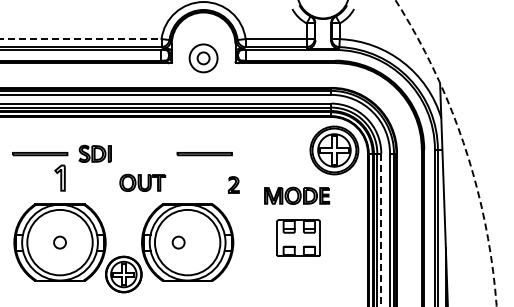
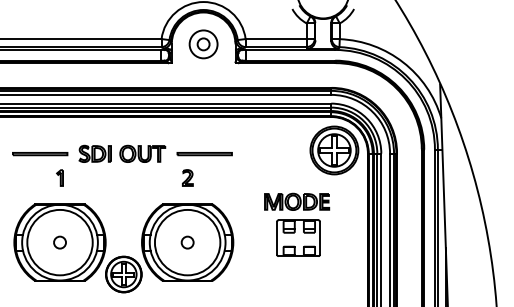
line at (81, 39): dashed -> solid
part at (203, 58) position: (203, 58) -> (203, 44)
circle at (445, 153): dashed -> solid
part at (59, 177) size: 12x28 px -> 8x18 px
part at (142, 182) position: (142, 182) -> (142, 153)
part at (233, 184) position: (233, 184) -> (187, 177)
part at (297, 195) position: (297, 195) -> (297, 201)
line at (381, 230): dashed -> solid
circle at (178, 242) position: (178, 242) -> (187, 242)
